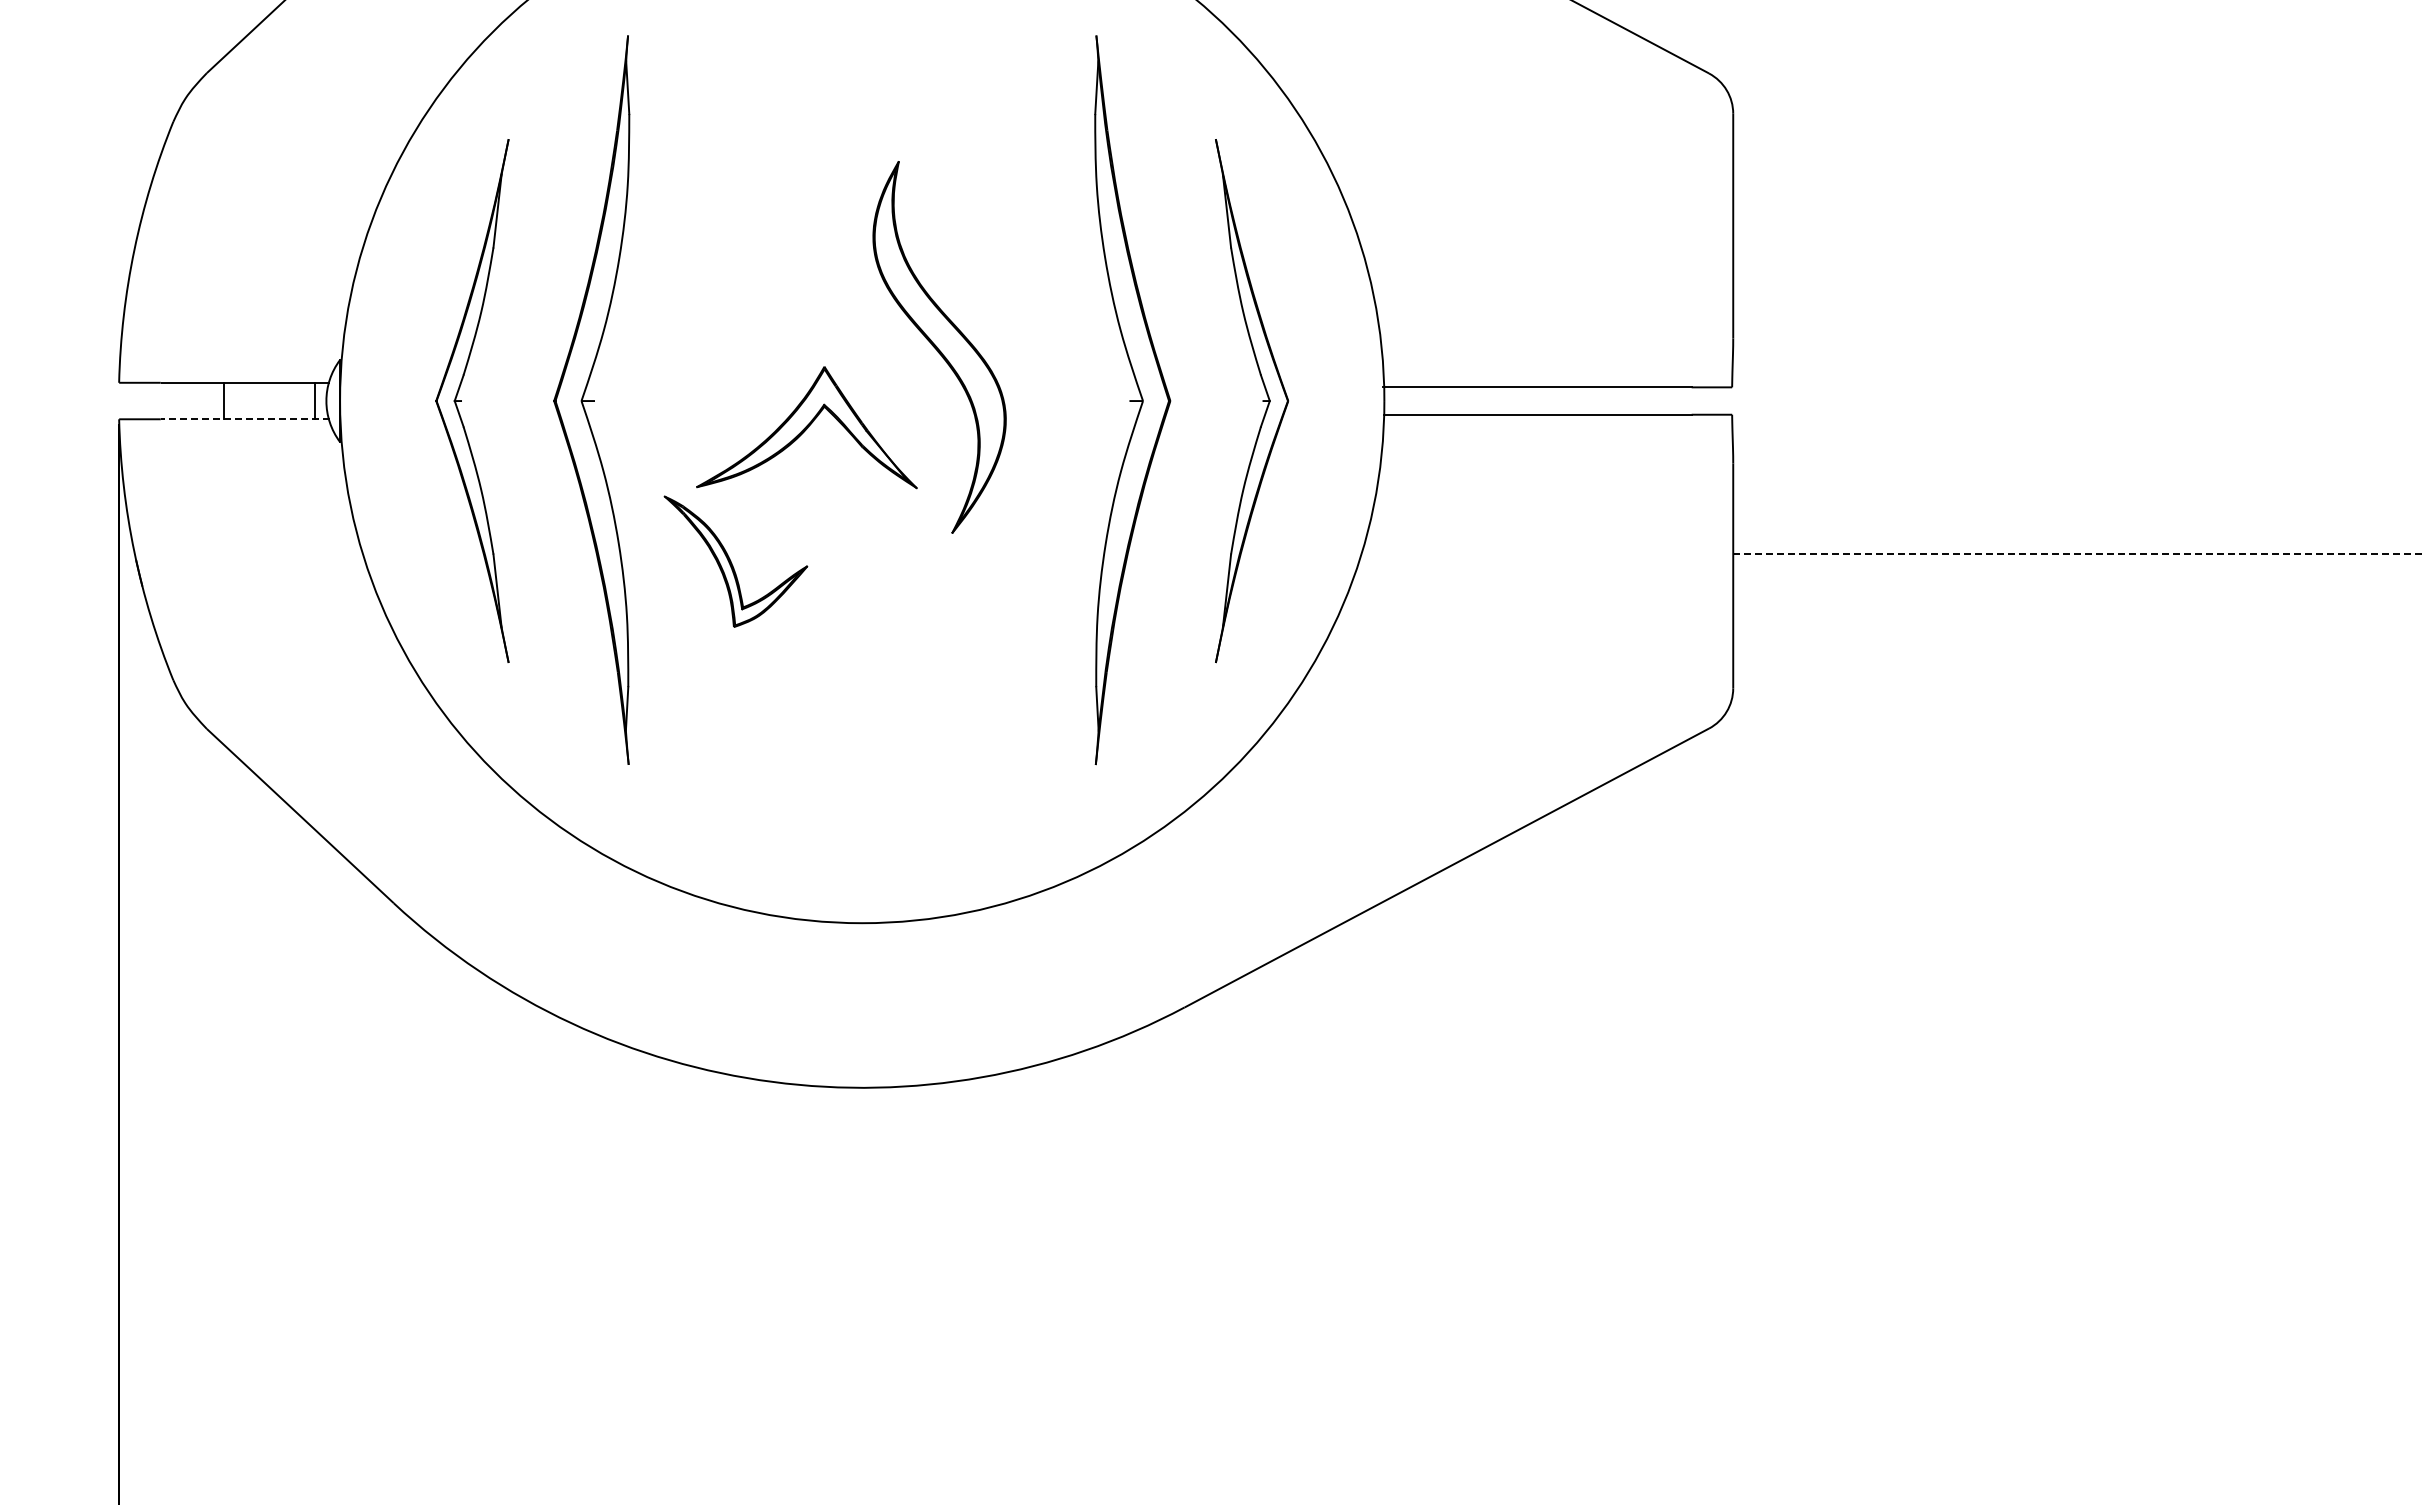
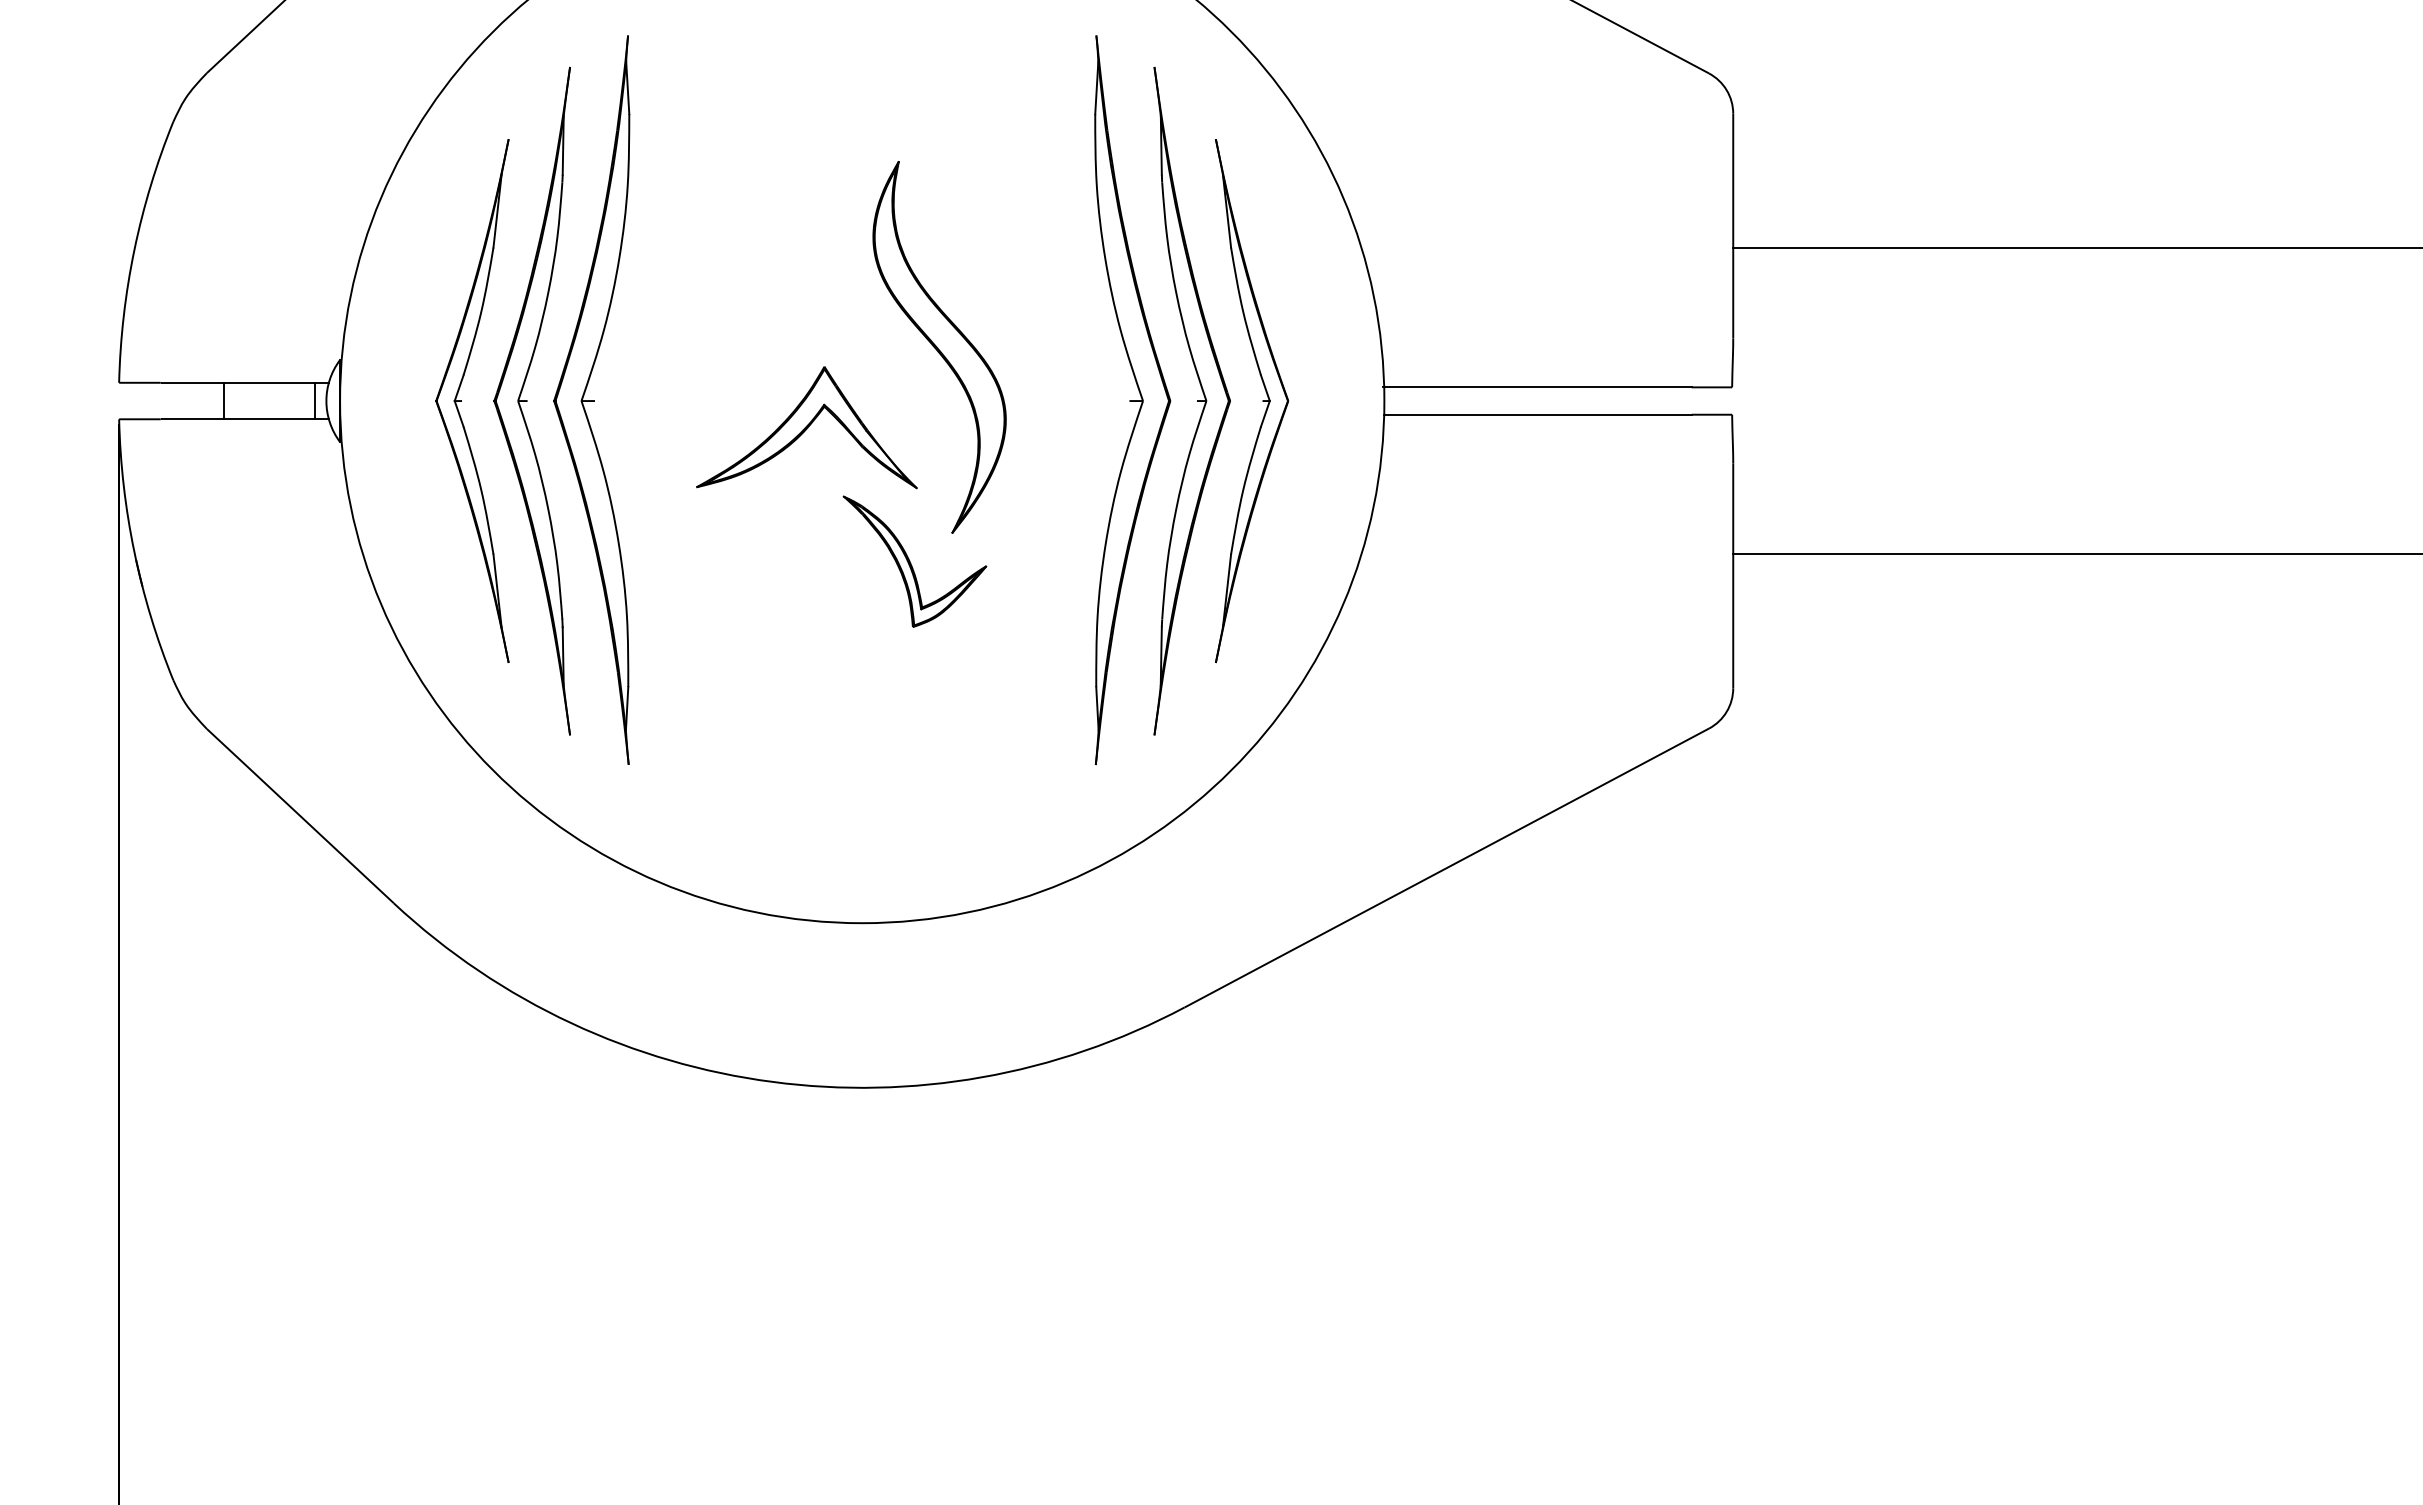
line at (2076, 248): none -> present
part at (531, 400): none -> present
part at (1191, 400): none -> present
line at (245, 419): dashed -> solid
line at (2078, 553): dashed -> solid
part at (735, 561) position: (735, 561) -> (914, 561)
